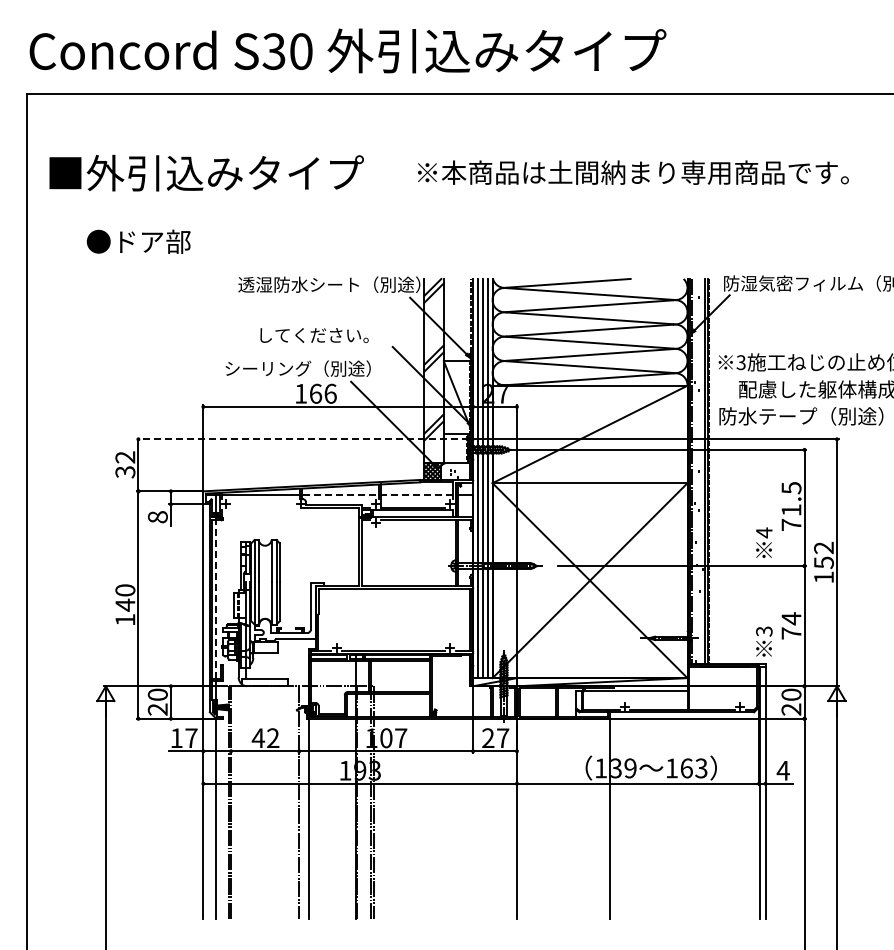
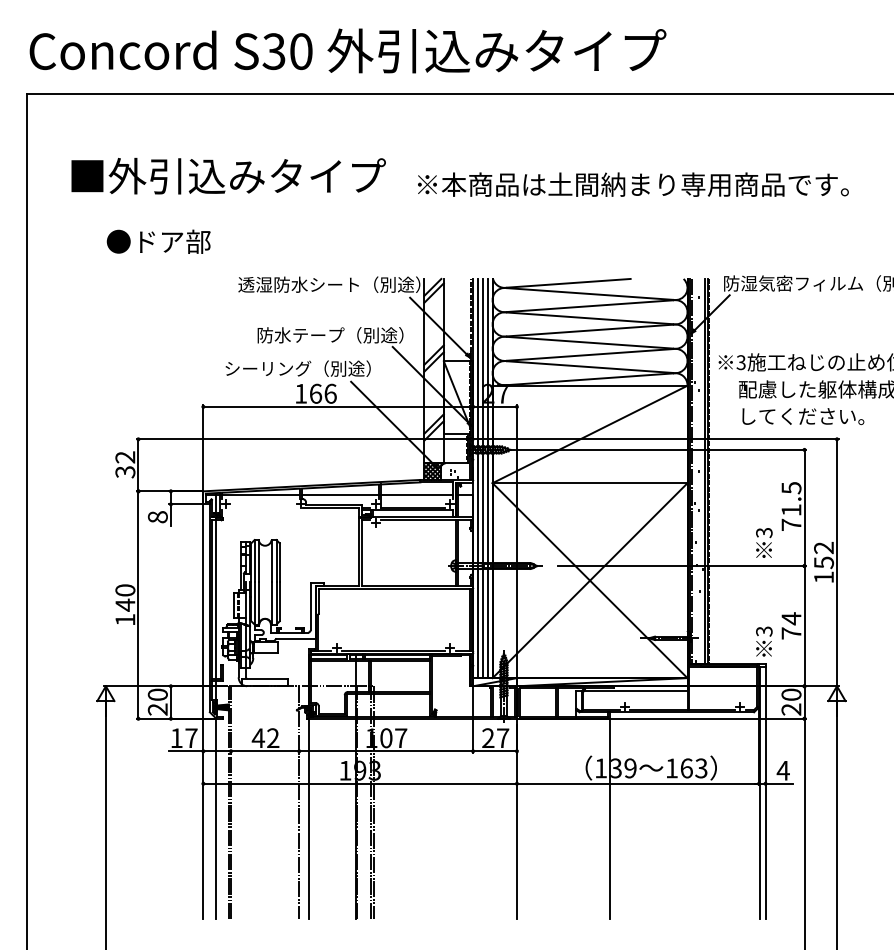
text at (206, 172) position: (206, 172) -> (228, 175)
text at (633, 172) position: (633, 172) -> (633, 184)
text at (138, 241) position: (138, 241) -> (158, 241)
text at (330, 335): してください。 -> 防水テープ（別途）
text at (801, 416): 防水テープ（別途） -> してください。
line at (302, 439): dashed -> solid
line at (376, 494): dashed -> solid
text at (764, 532): 4 -> 3
line at (216, 599): dashed -> solid
